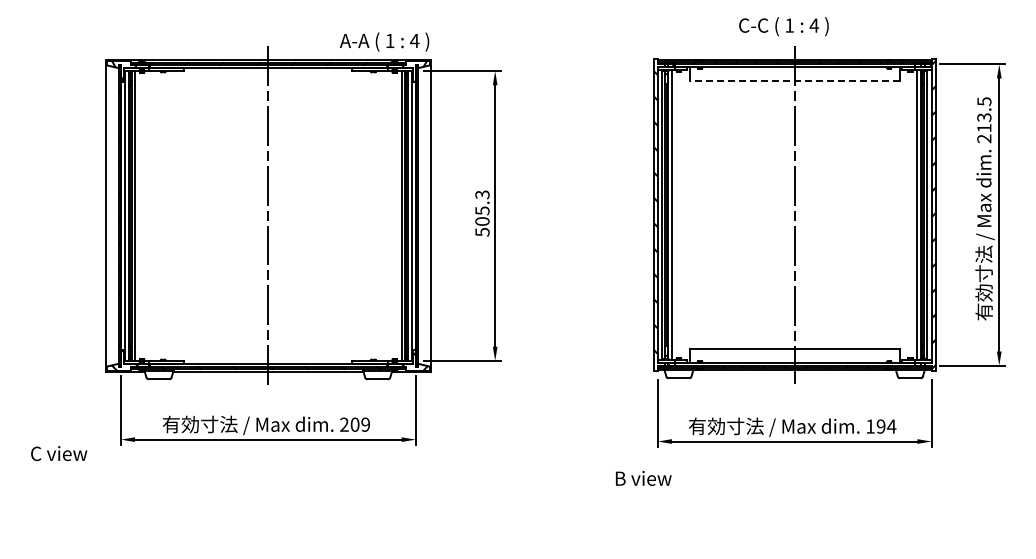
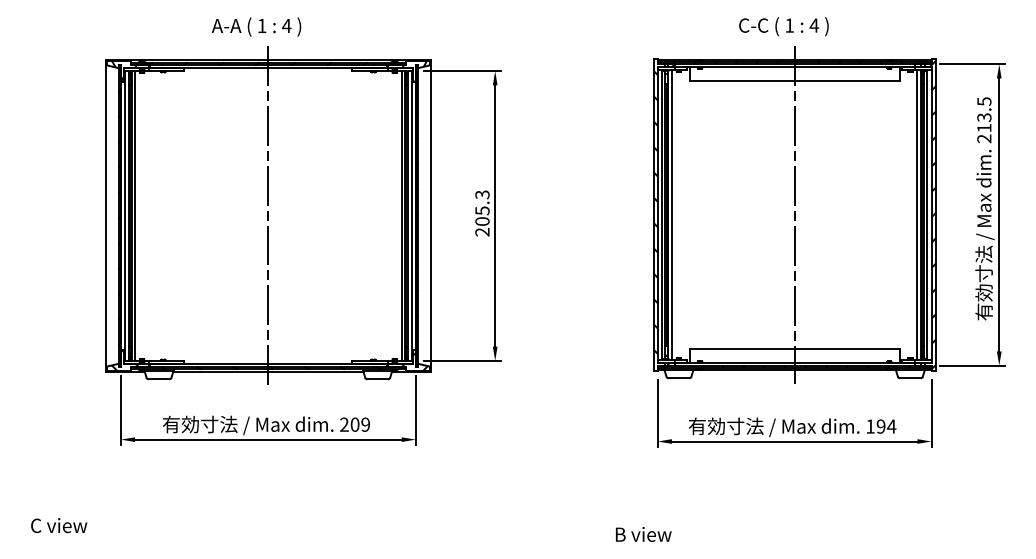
text at (384, 41) position: (384, 41) -> (256, 26)
line at (794, 81): dashed -> solid
text at (482, 231): 505.3 -> 205.3
text at (59, 453) position: (59, 453) -> (59, 525)
text at (643, 478) position: (643, 478) -> (643, 534)
